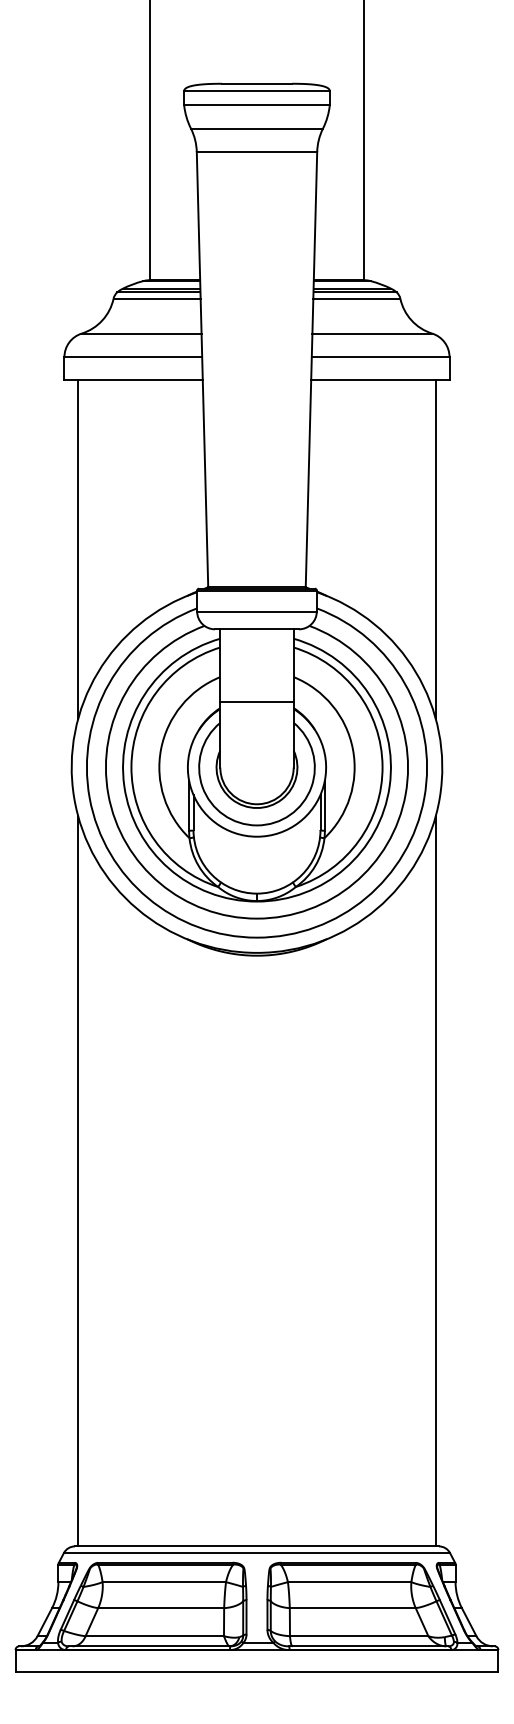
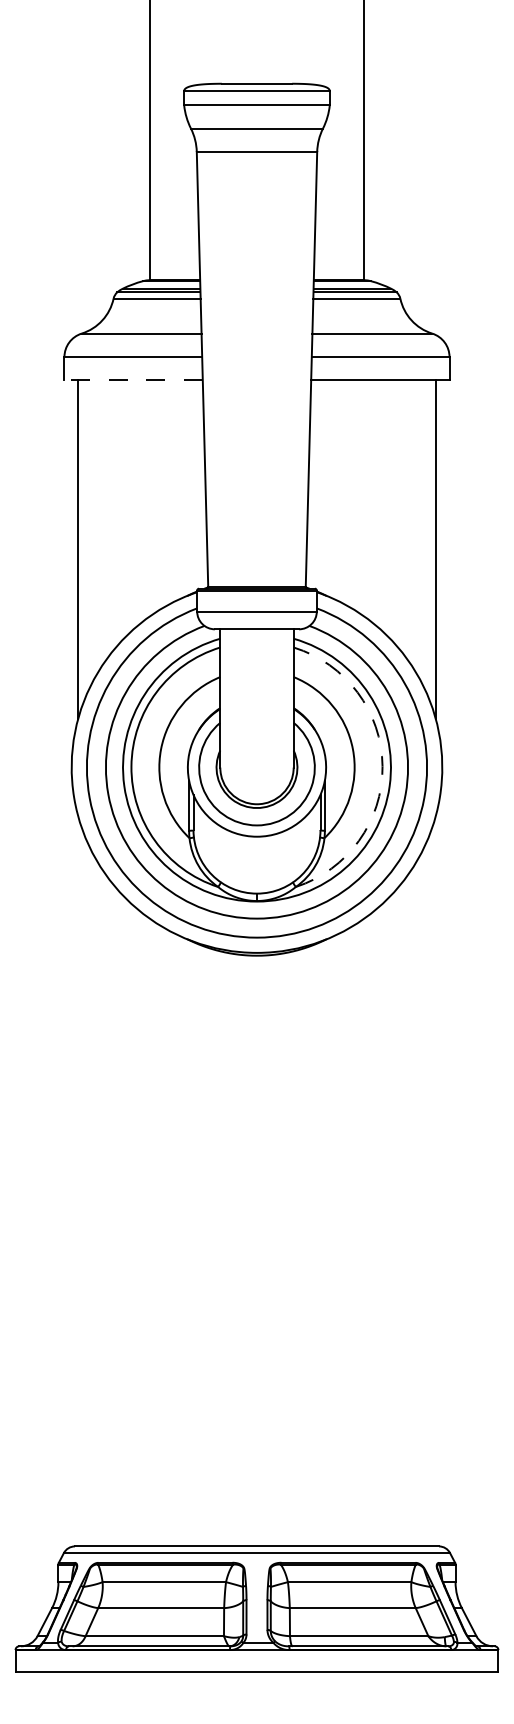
line at (133, 380): solid -> dashed
line at (256, 701): present -> none
arc at (382, 766): solid -> dashed
line at (78, 1181): present -> none
line at (435, 1181): present -> none
